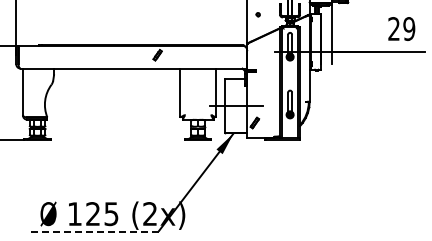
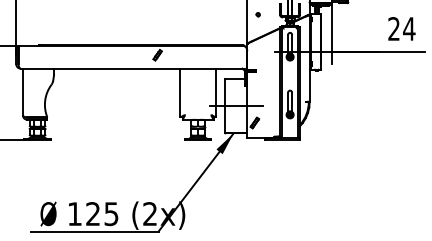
text at (409, 29): 29 -> 24
line at (94, 231): dashed -> solid
